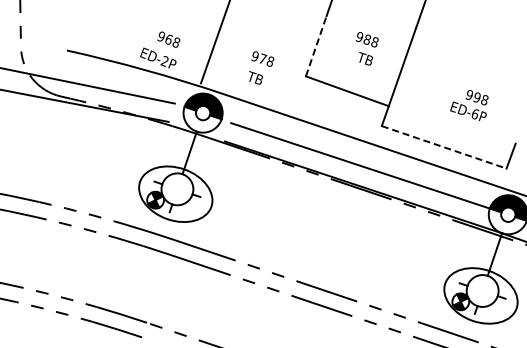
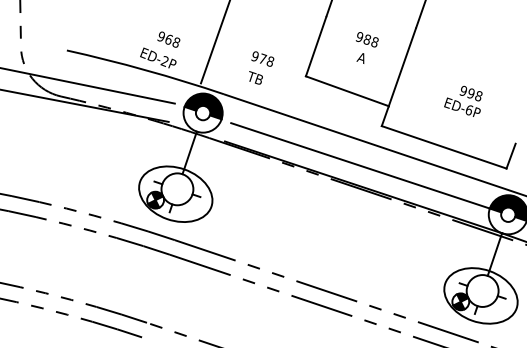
line at (316, 46): dashed -> solid
text at (364, 58): TB -> A
text at (469, 104) position: (469, 104) -> (463, 100)
line at (444, 147): dashed -> solid
